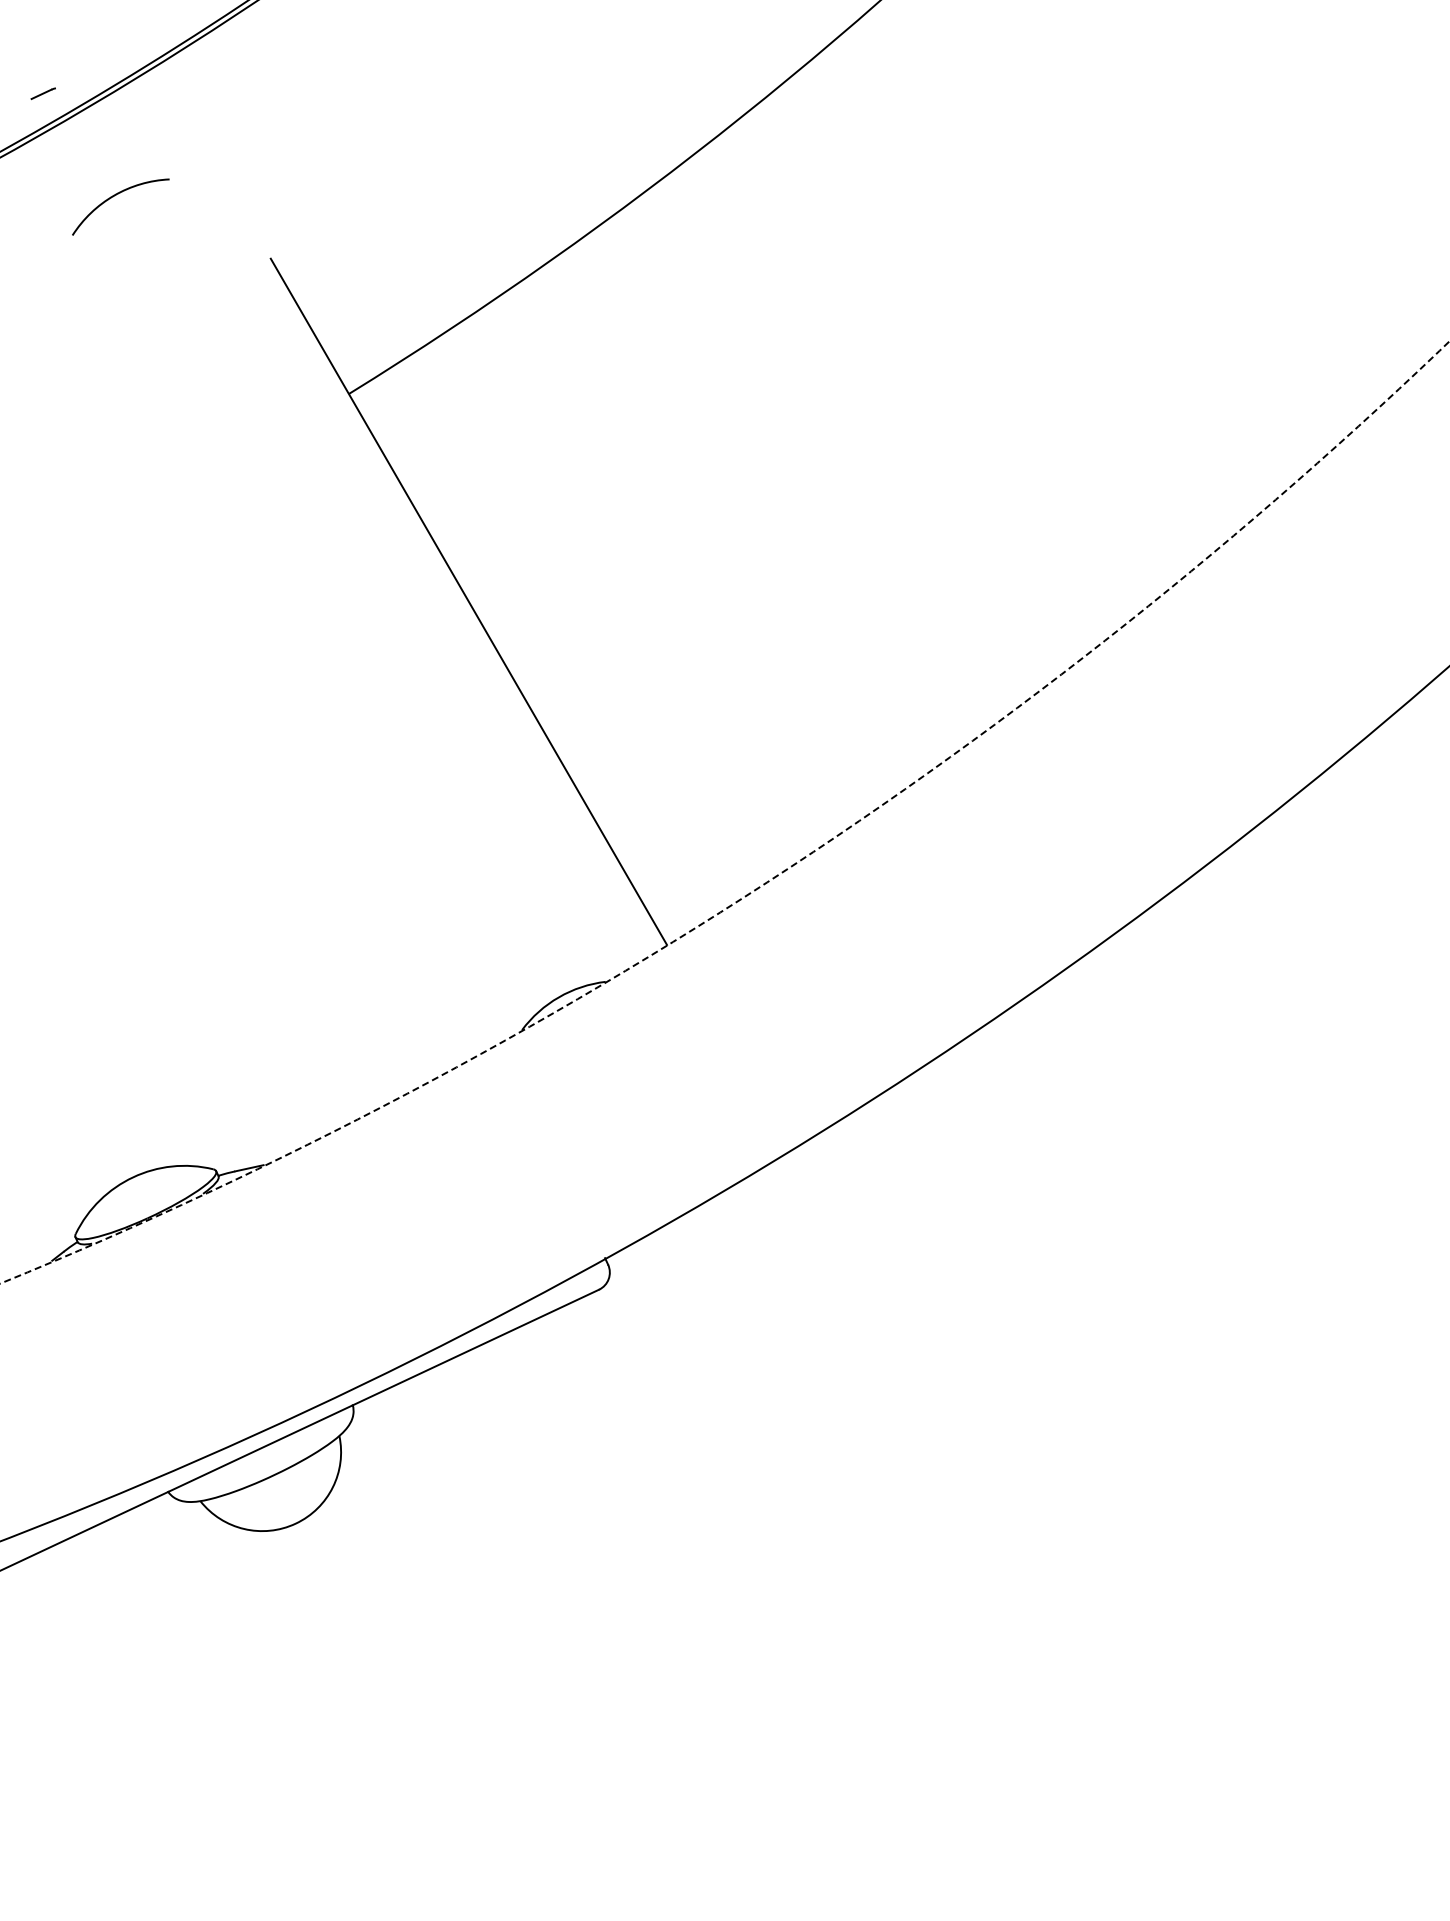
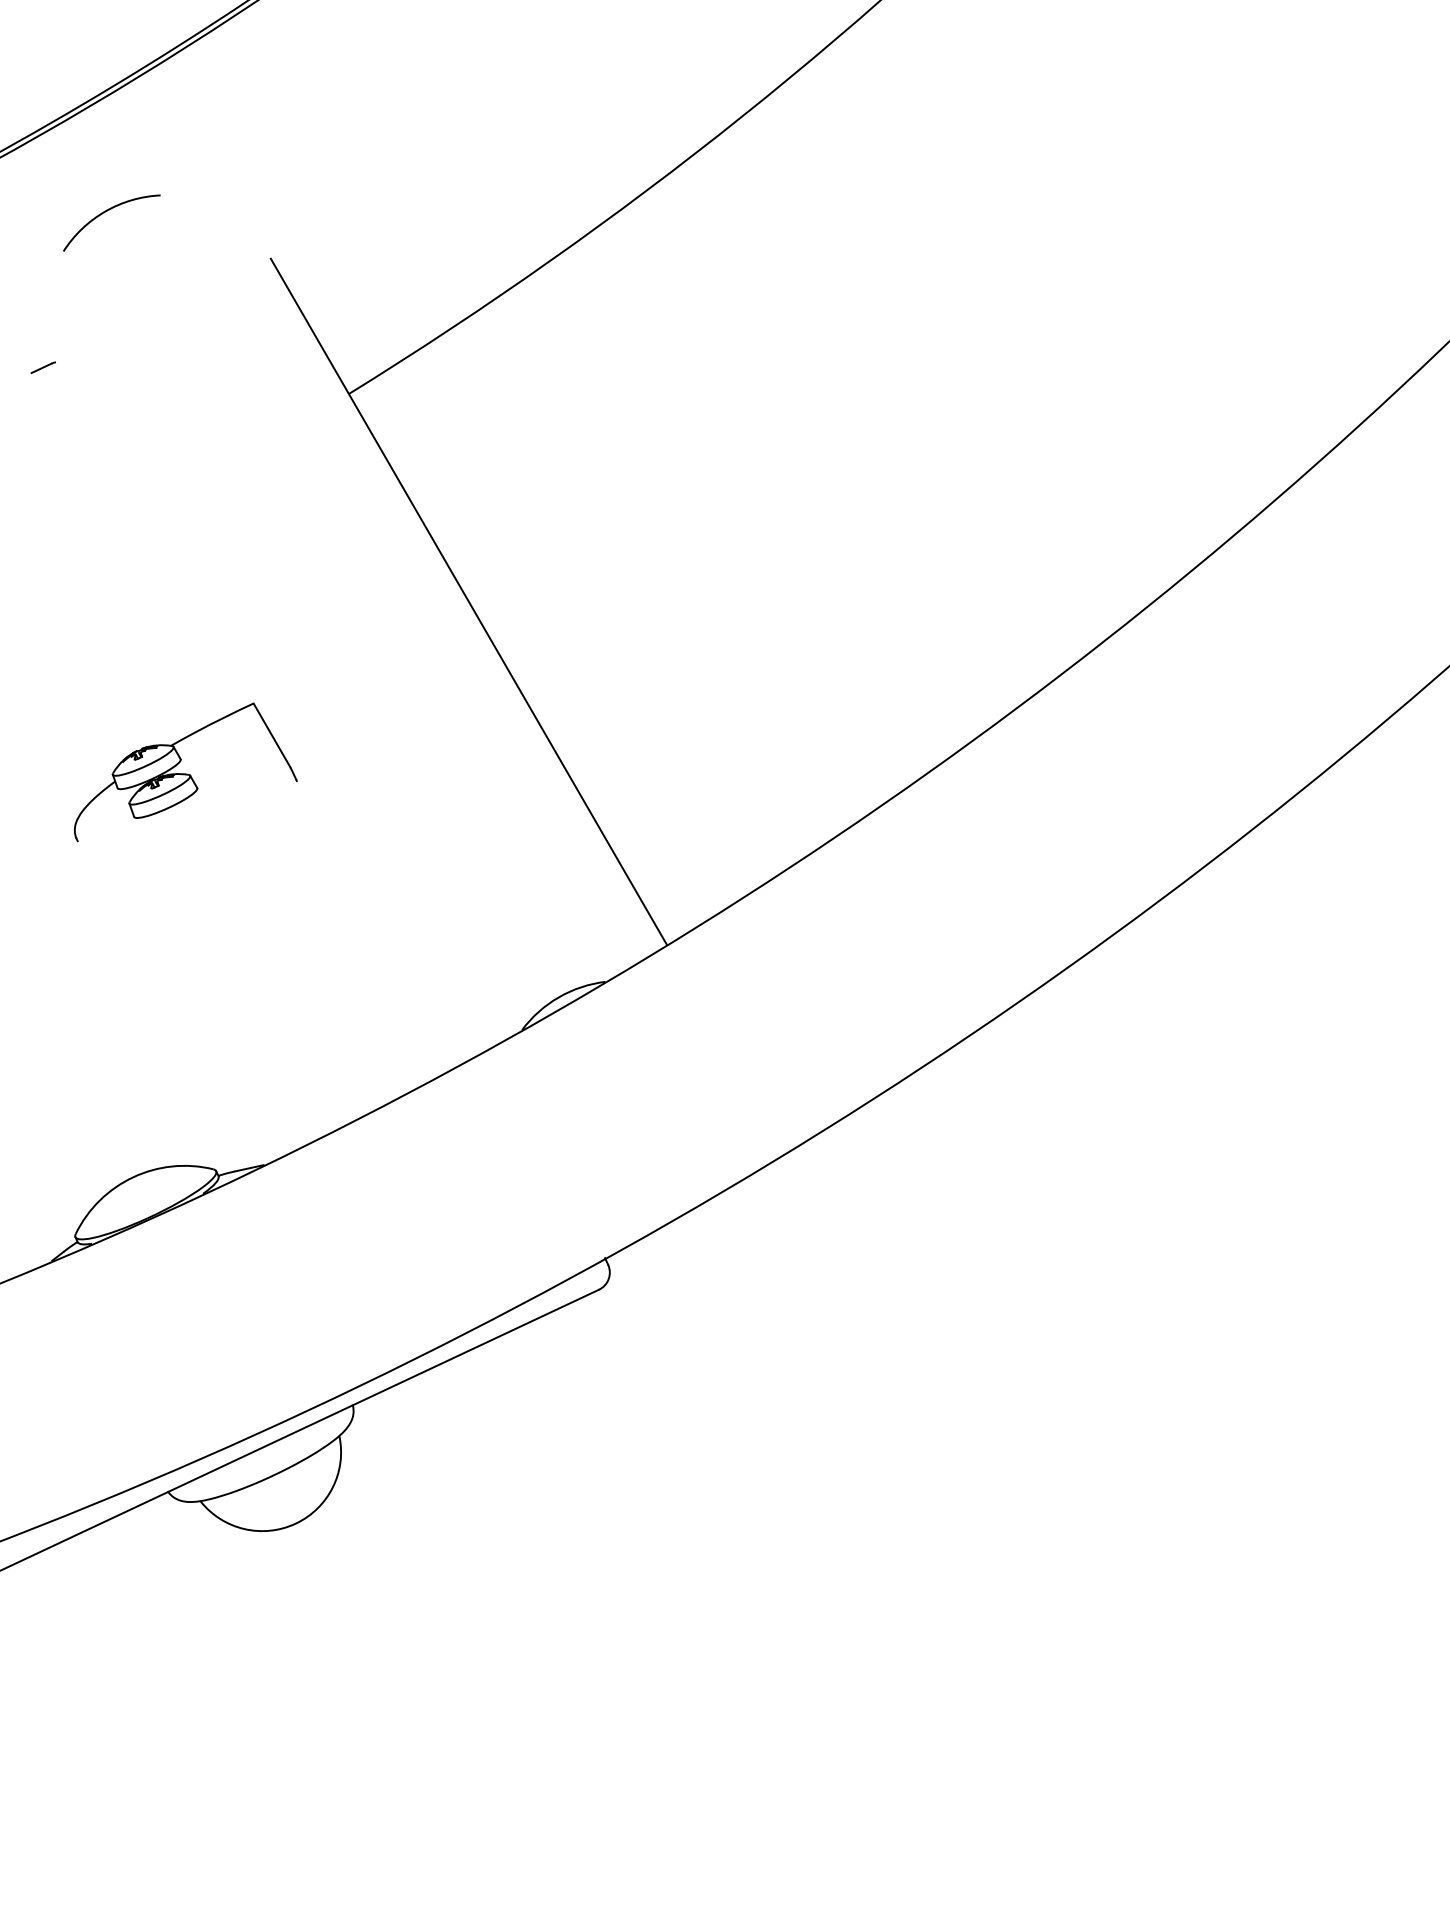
line at (42, 93) position: (42, 93) -> (42, 367)
curve at (113, 197) position: (113, 197) -> (104, 213)
part at (185, 772): none -> present
circle at (724, 812): dashed -> solid
